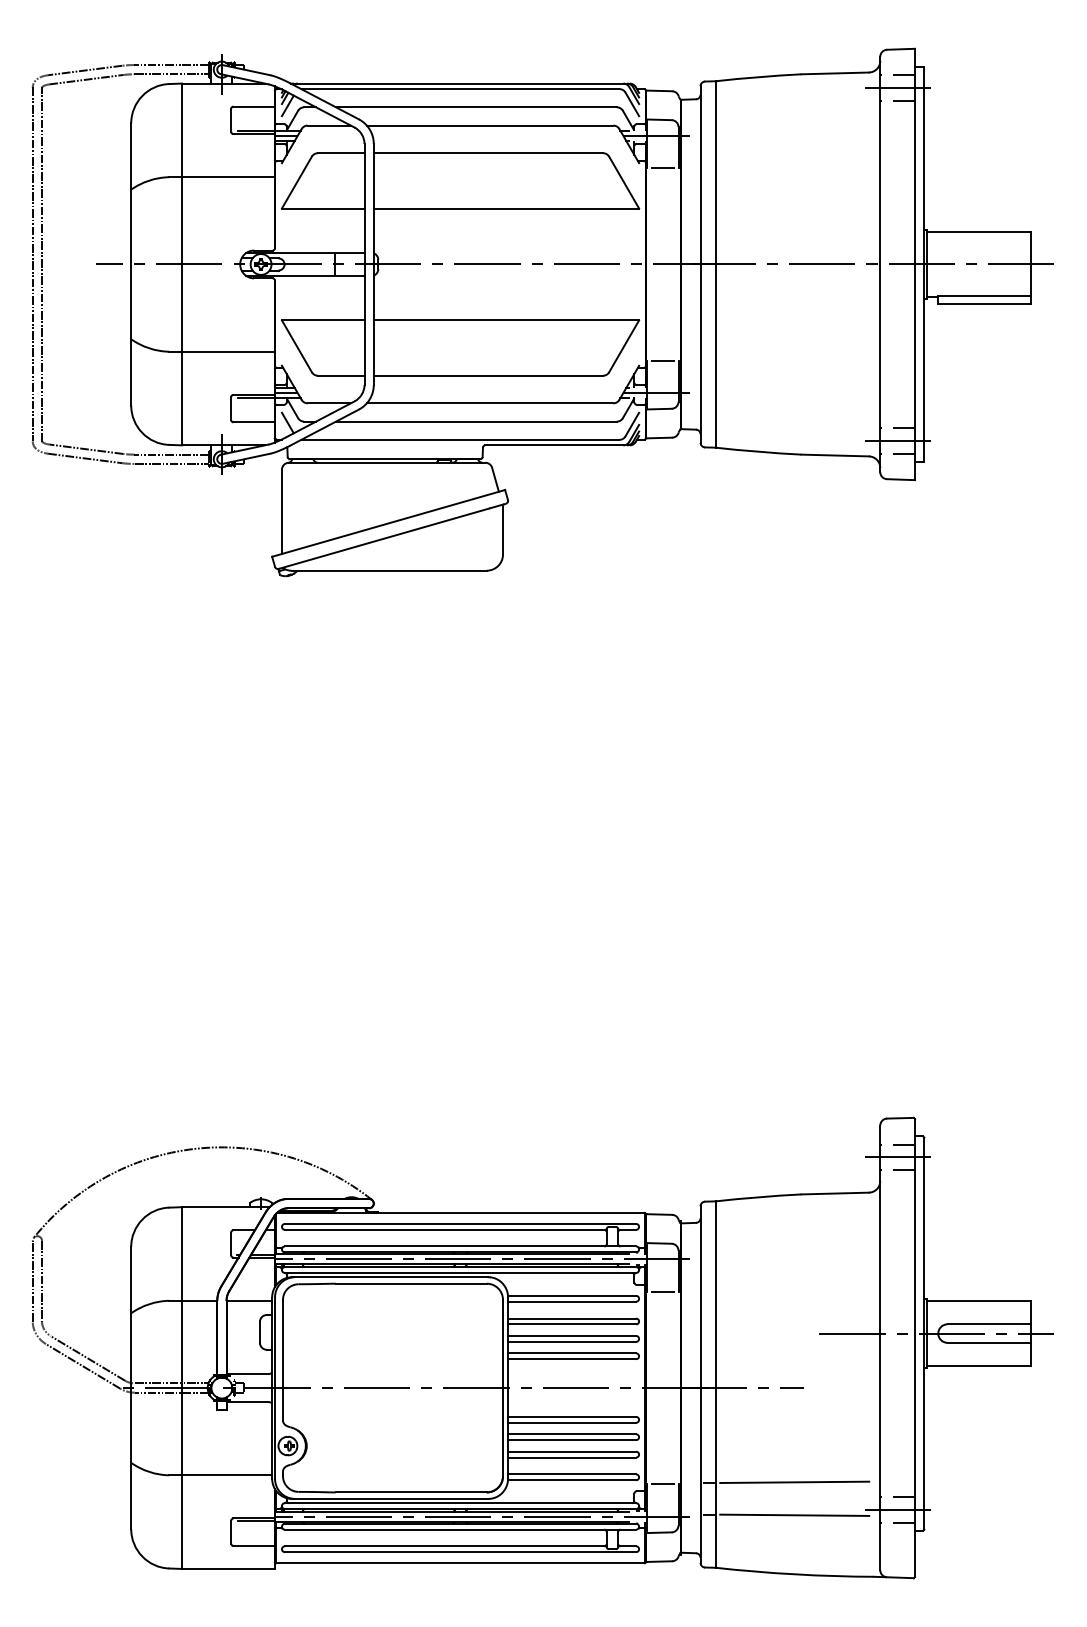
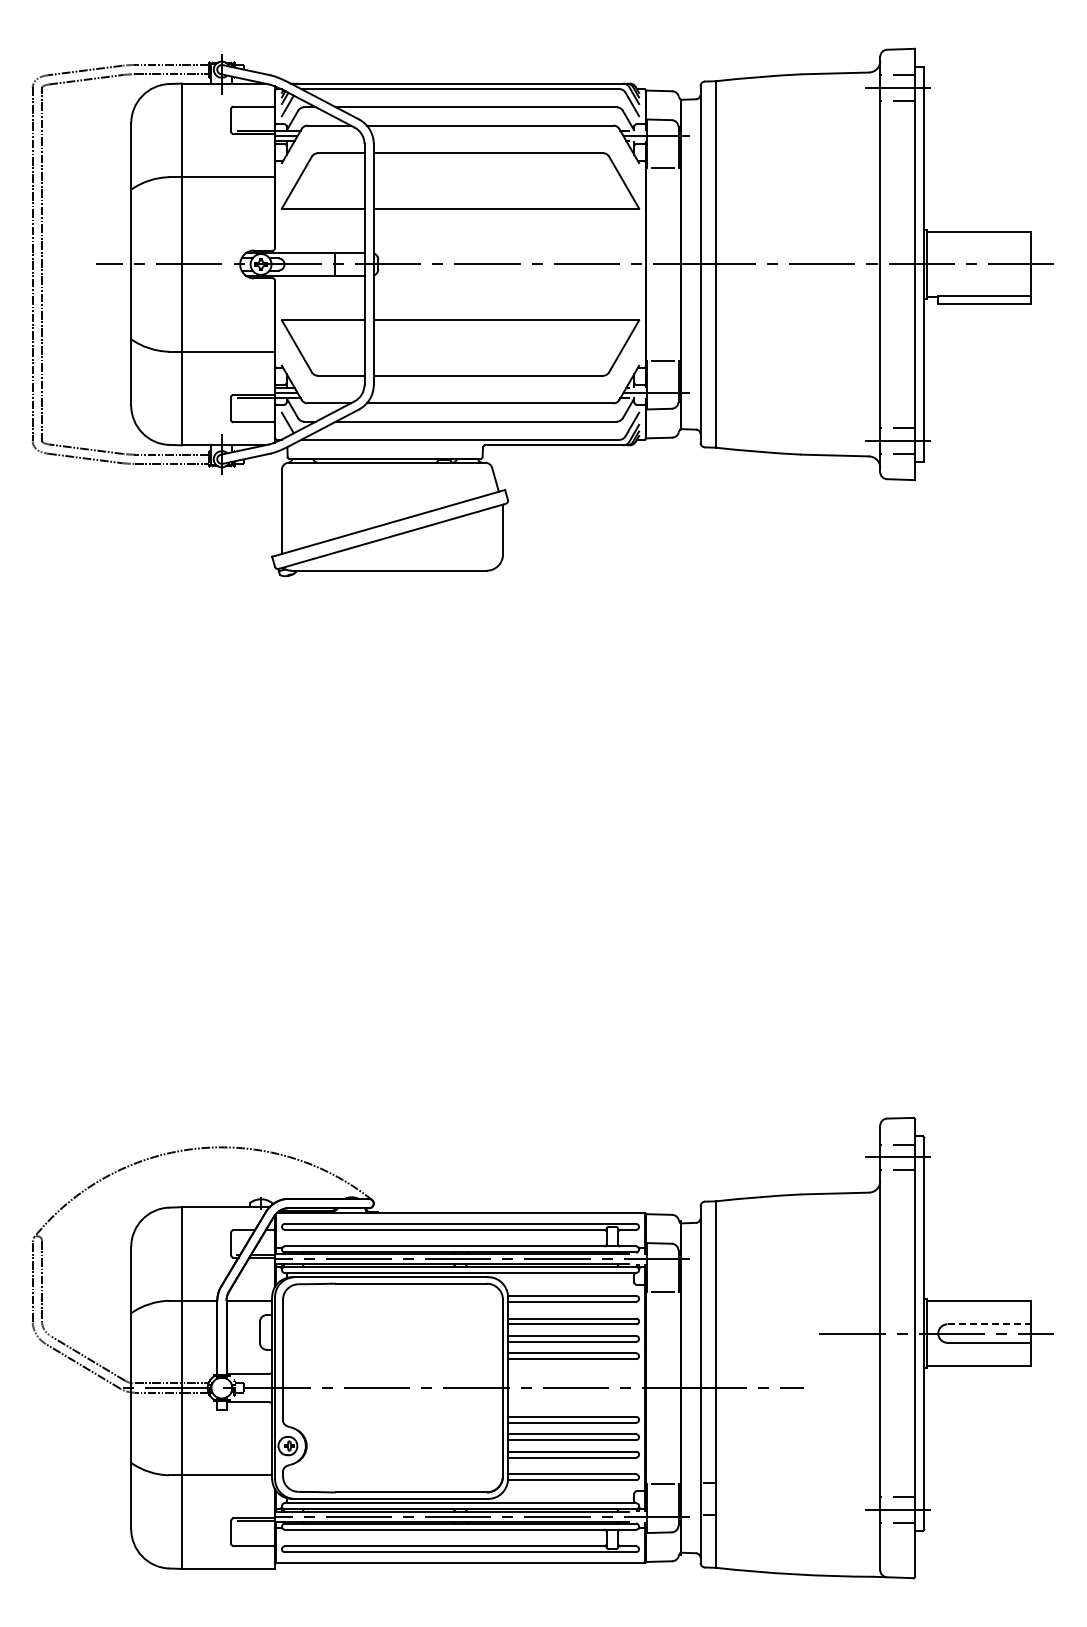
line at (989, 1324): solid -> dashed
line at (794, 1481): present -> none
line at (794, 1514): present -> none
